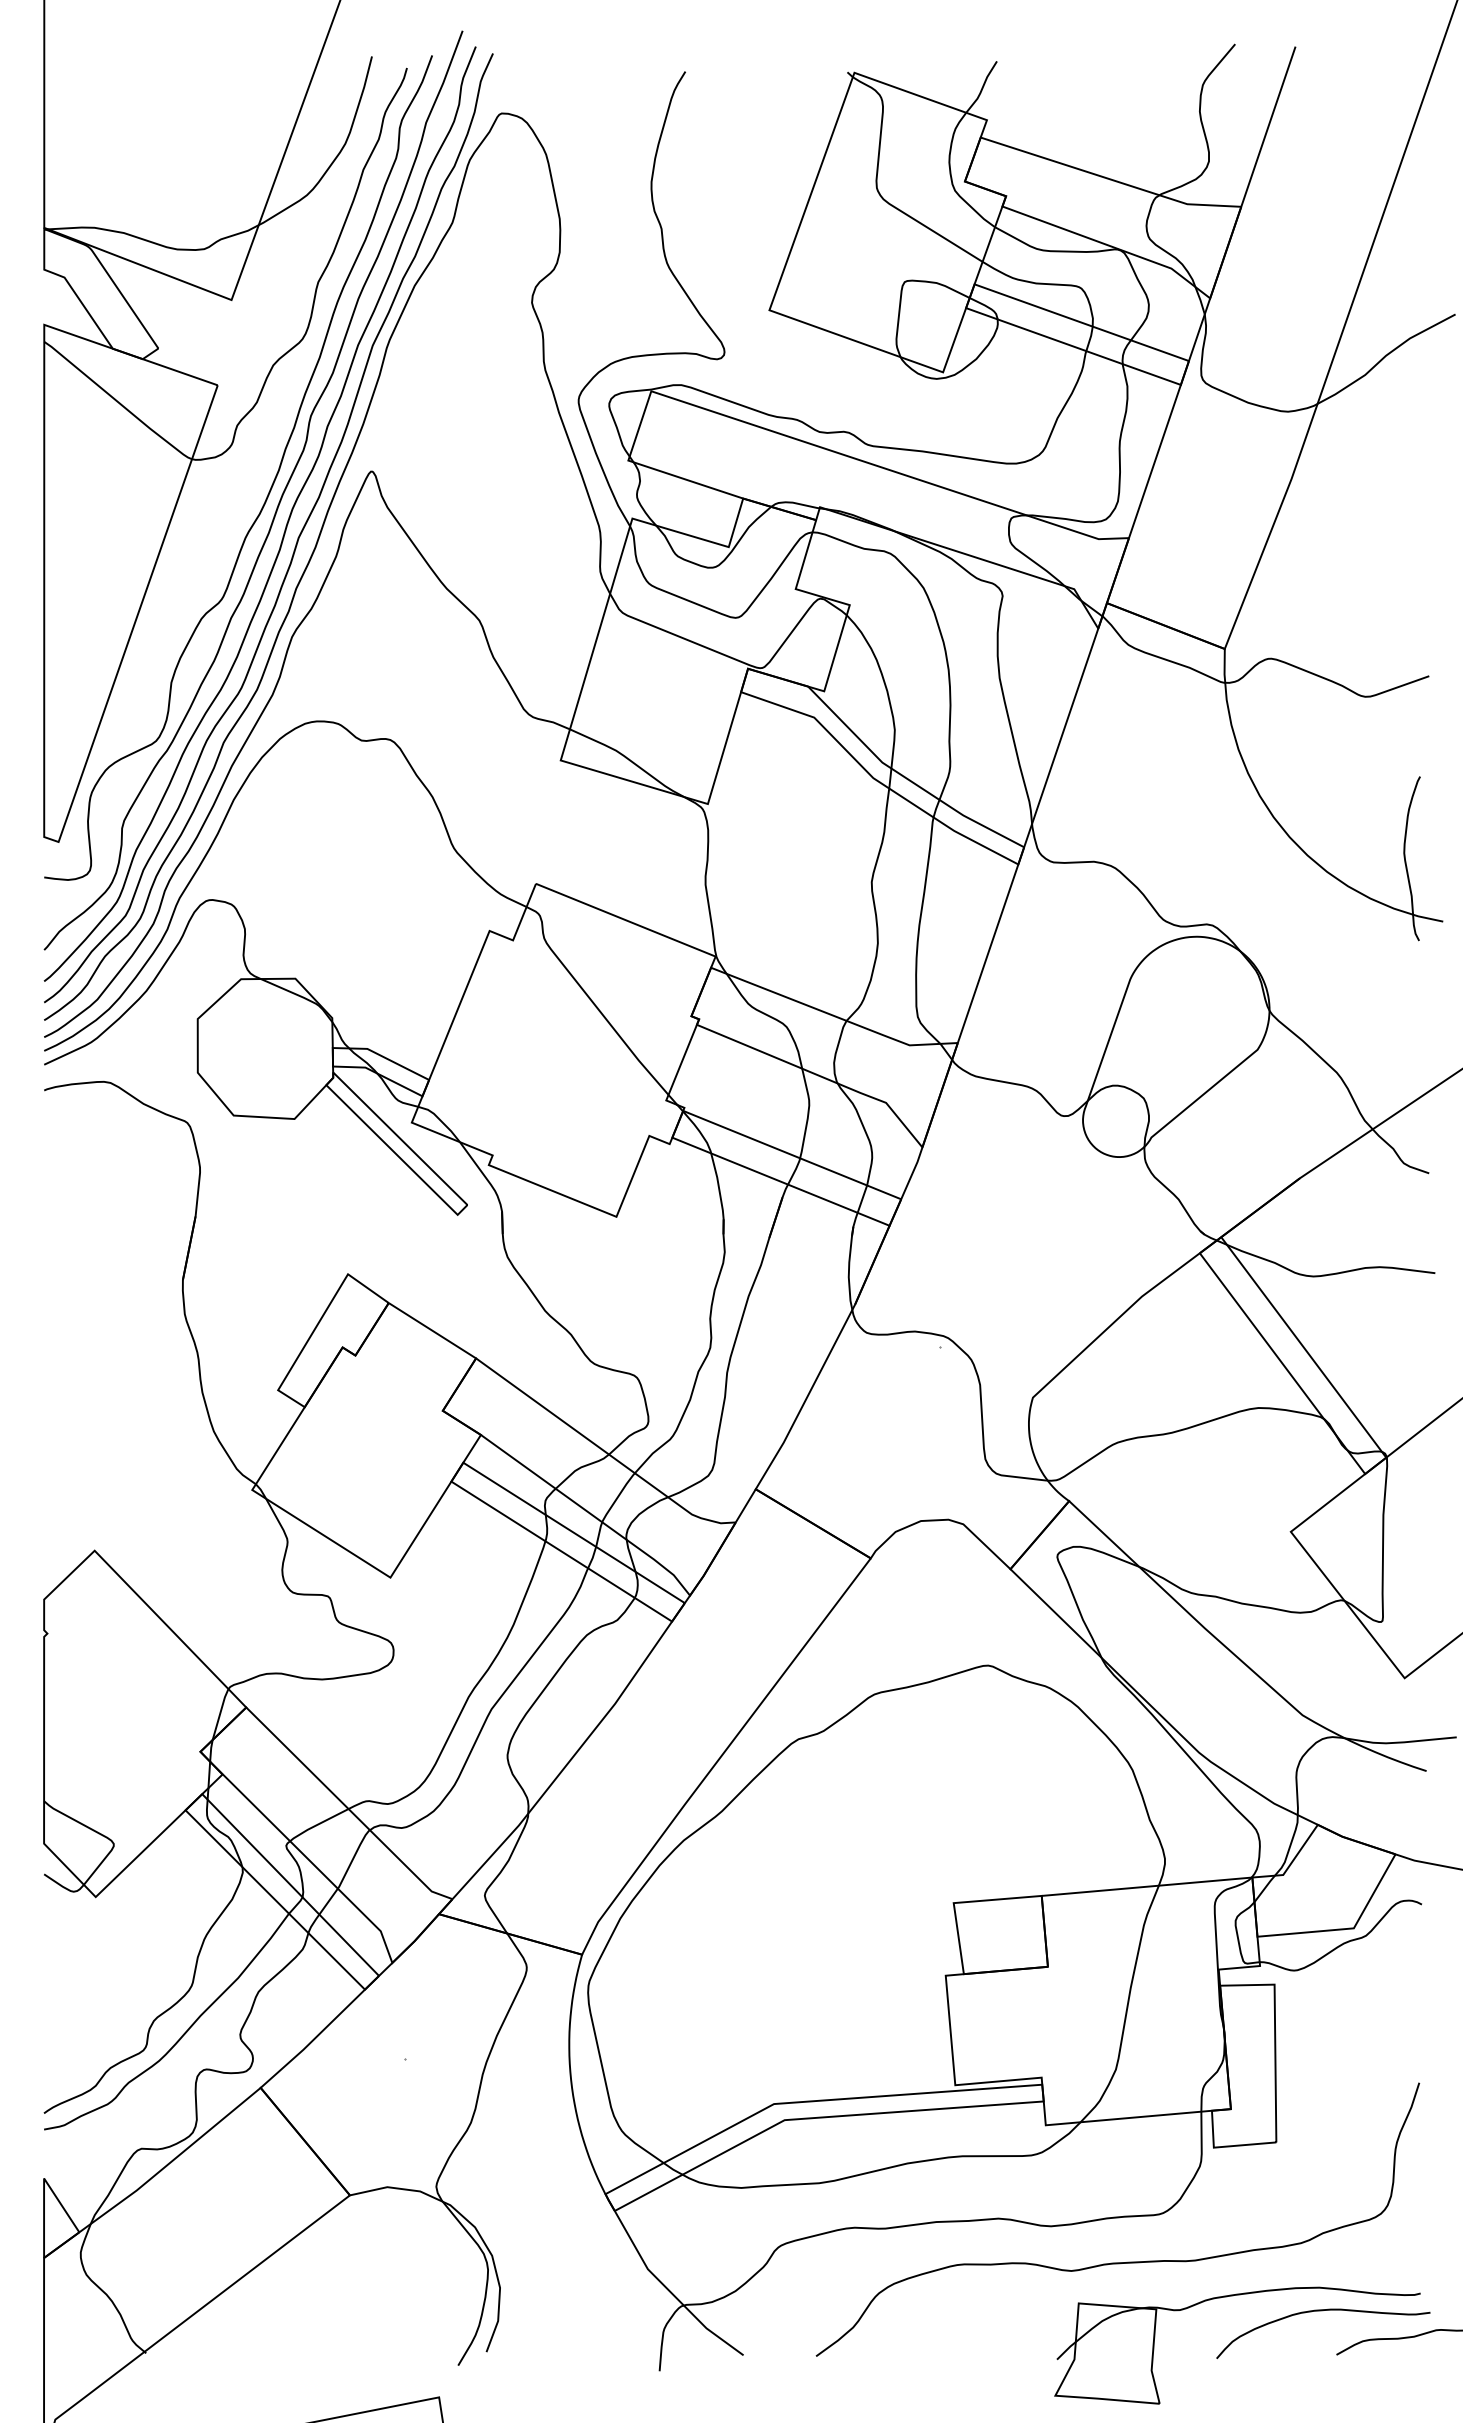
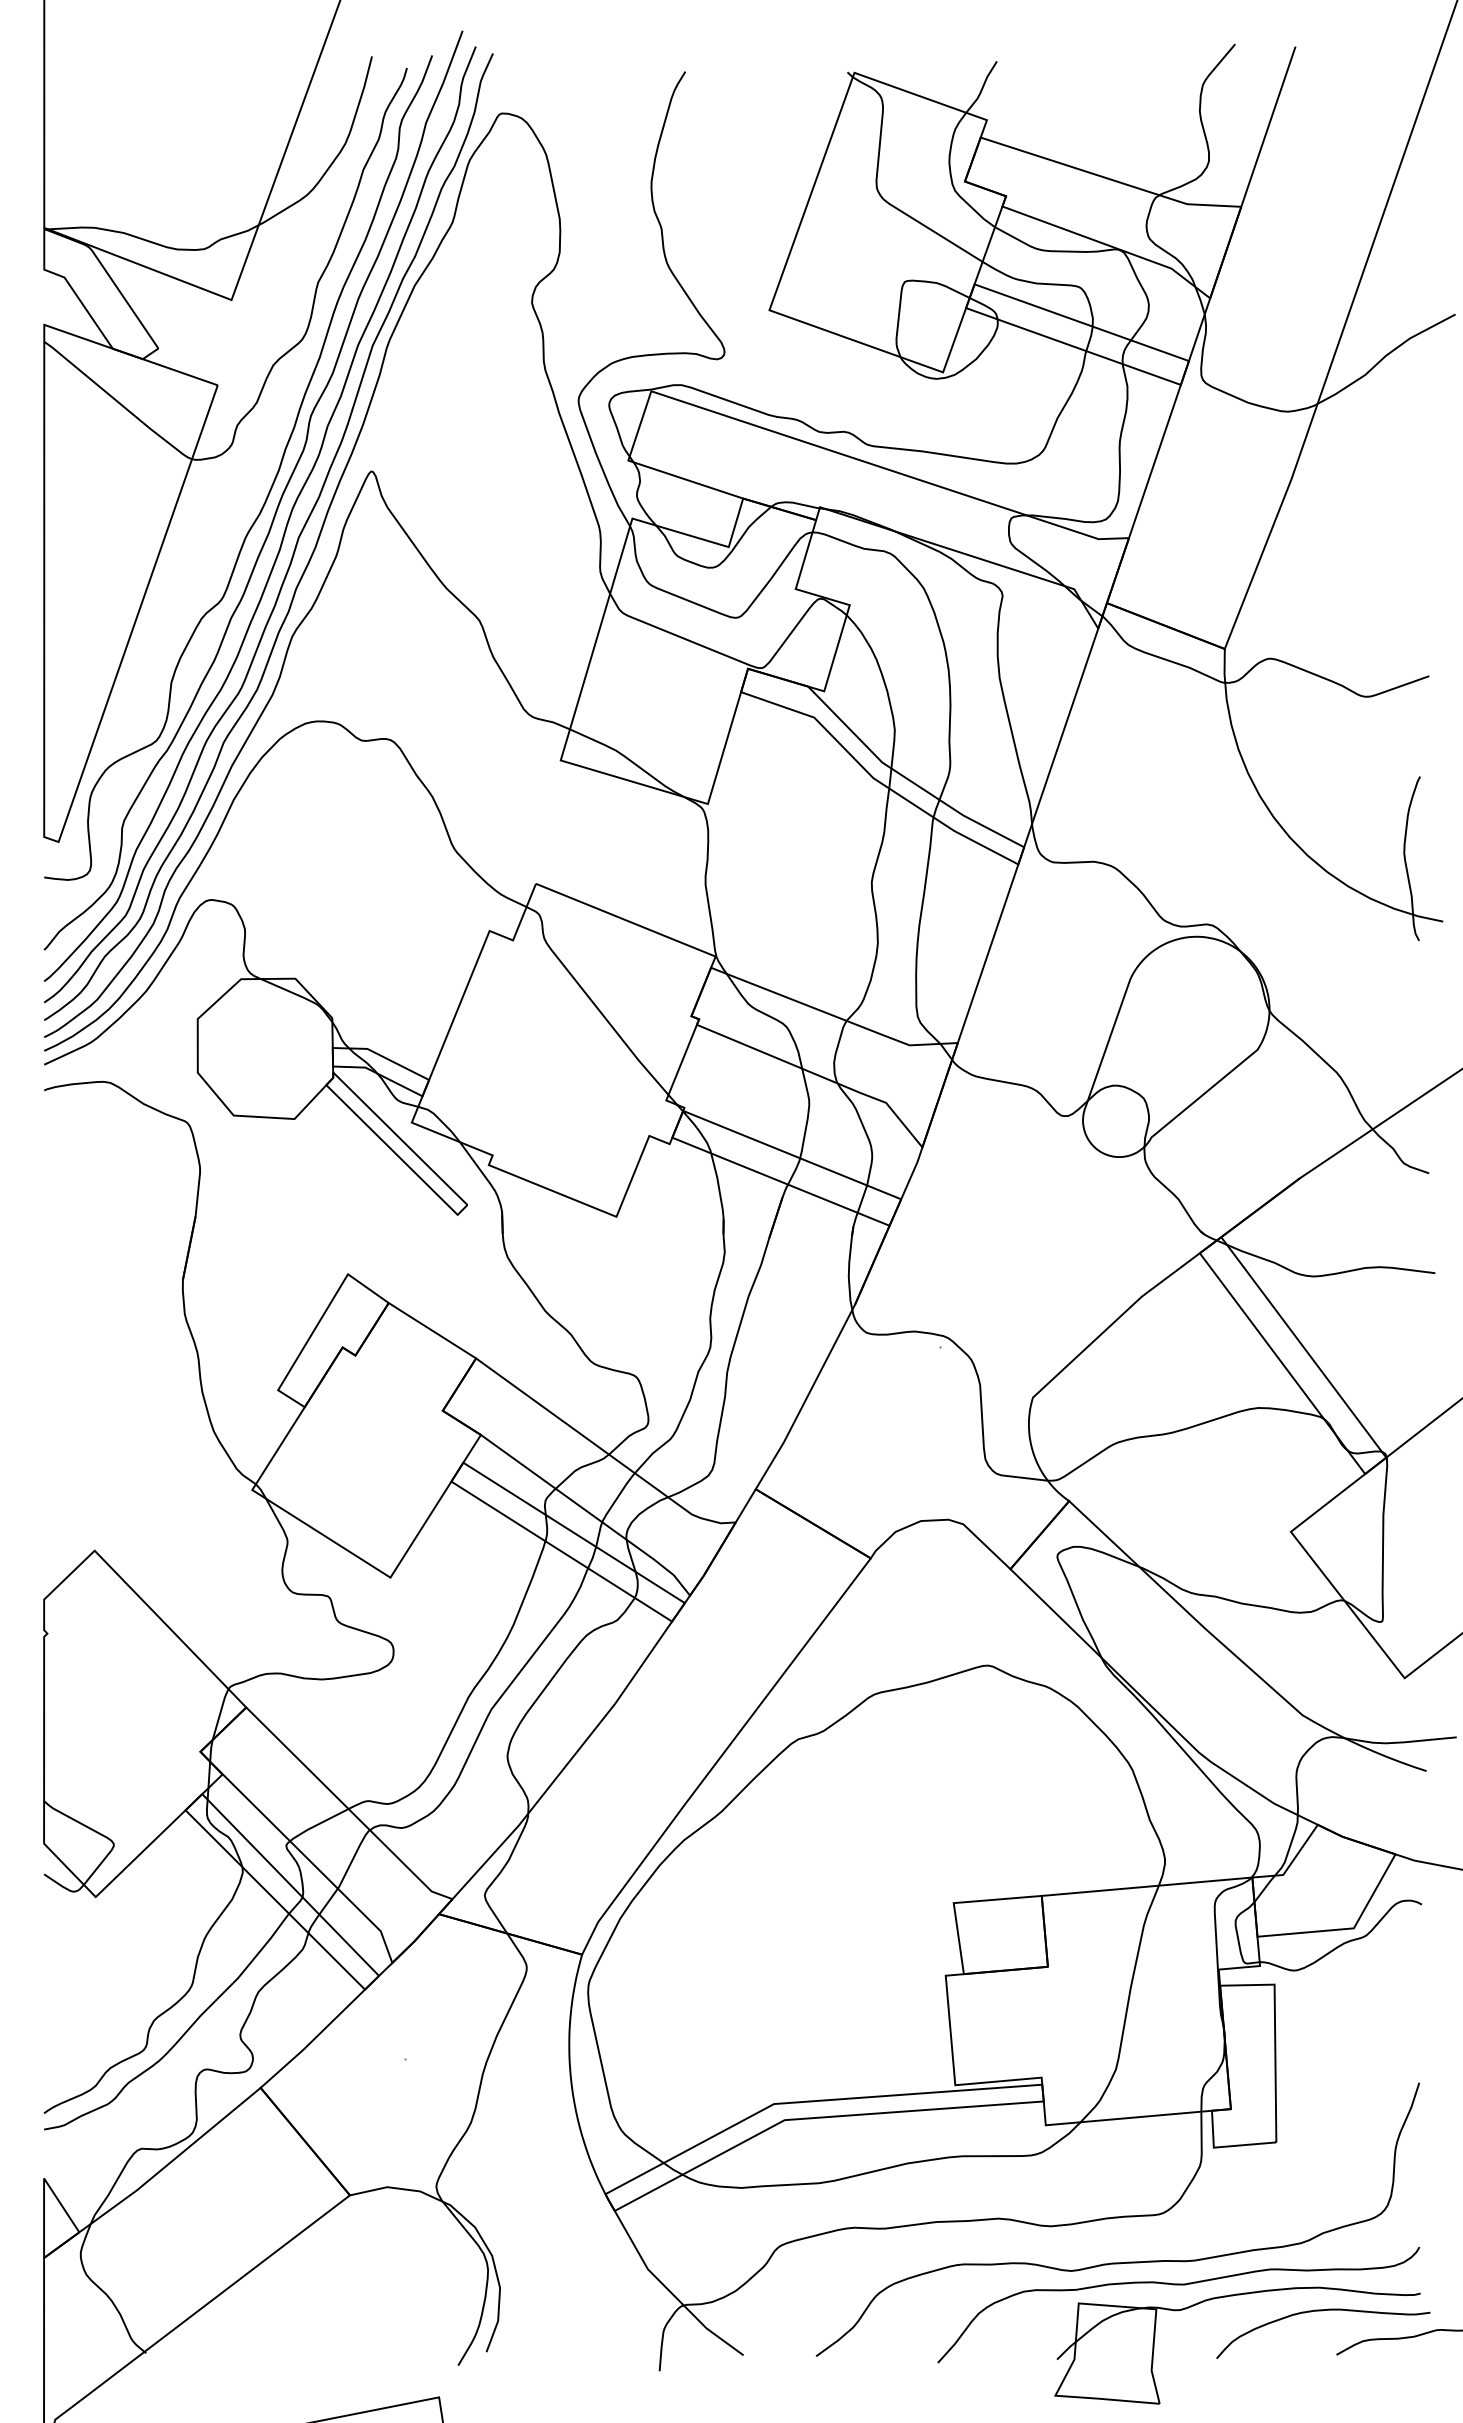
curve at (1178, 2285): none -> present
